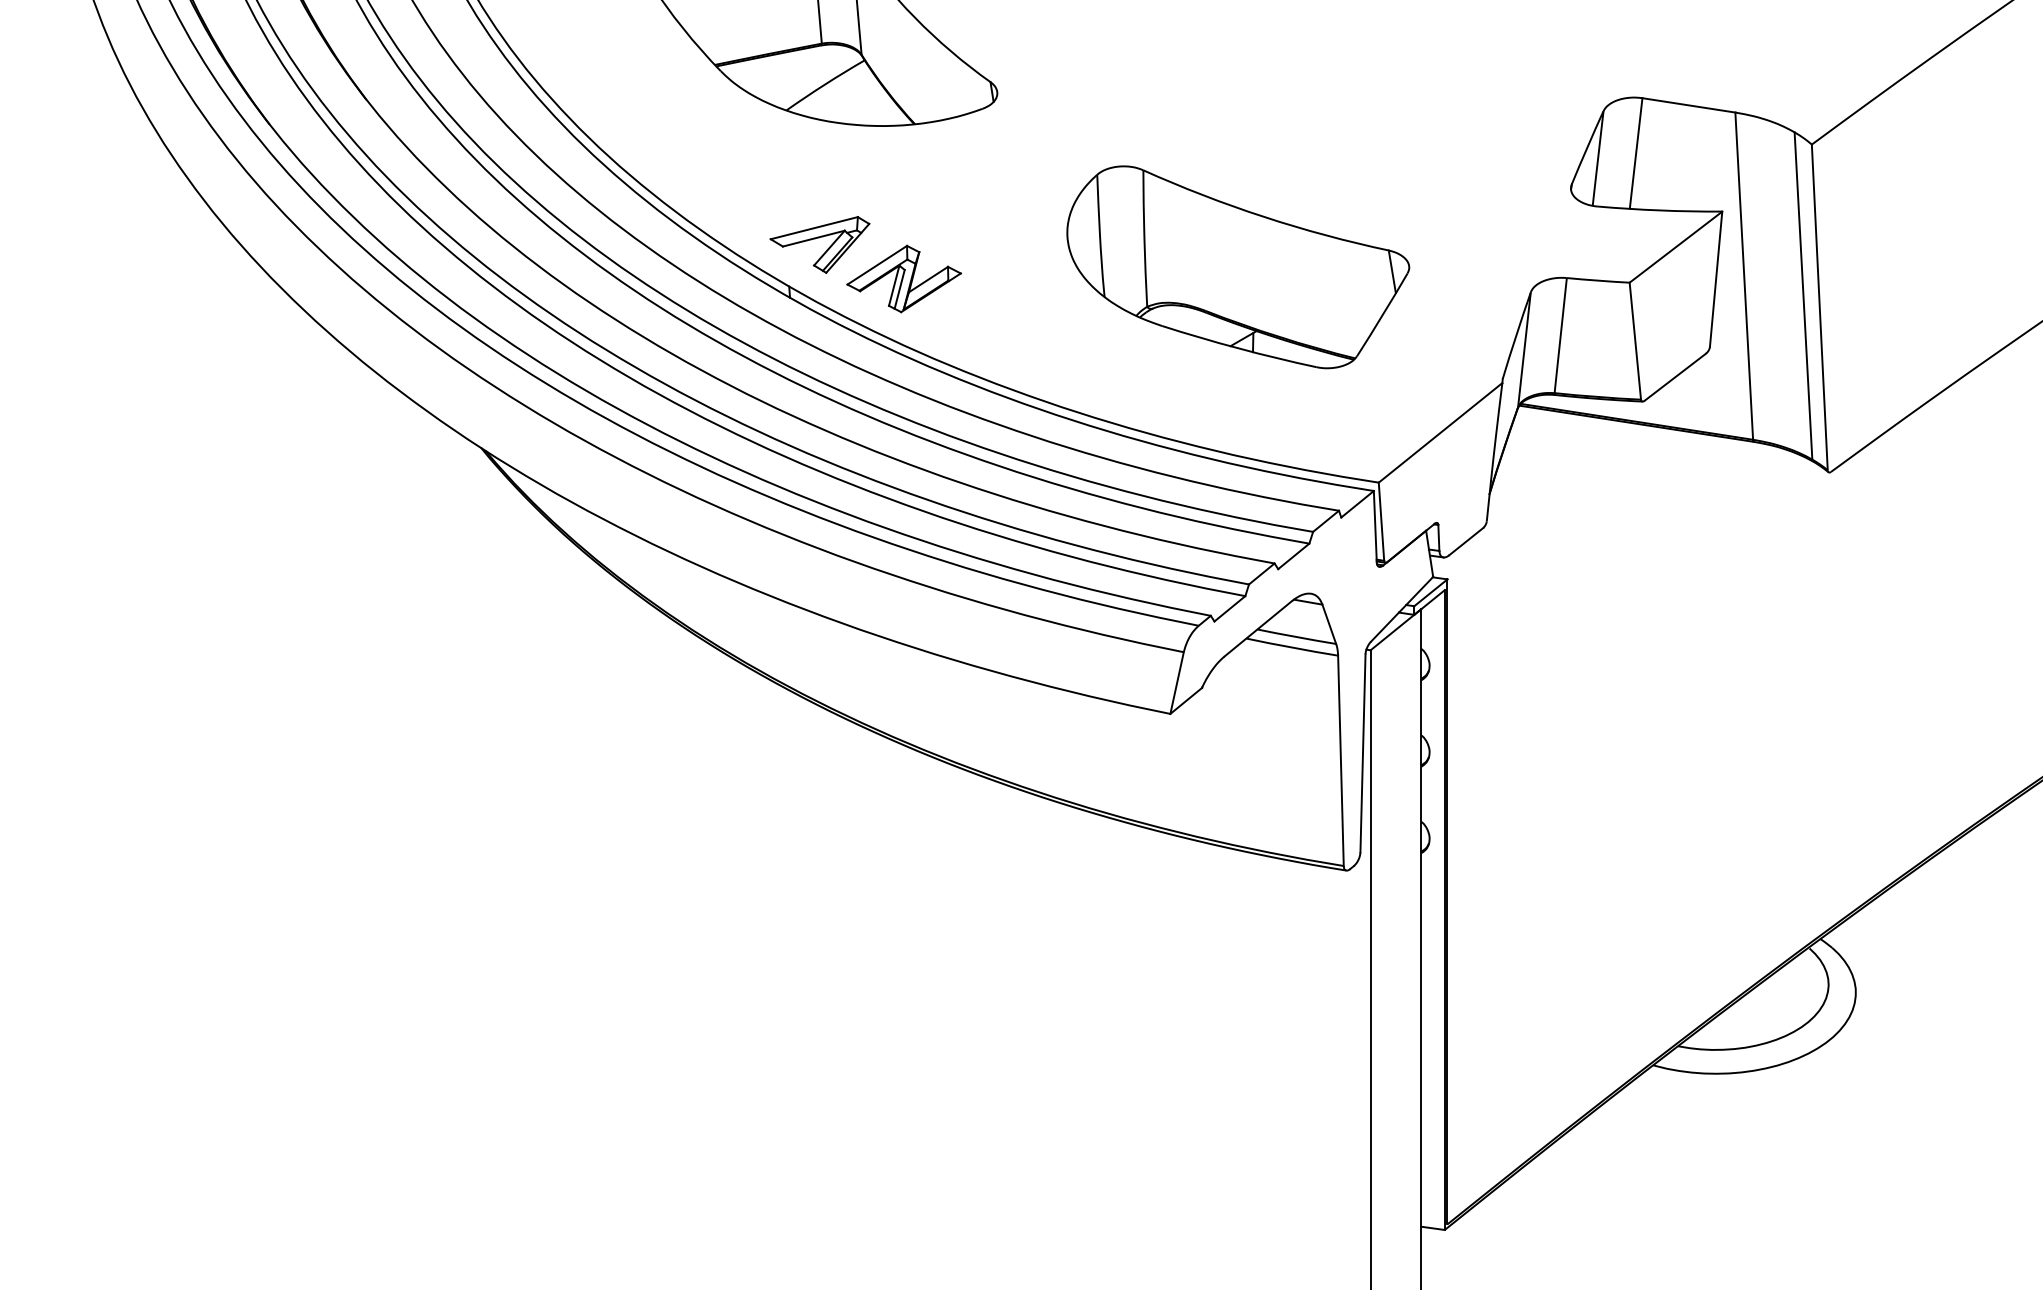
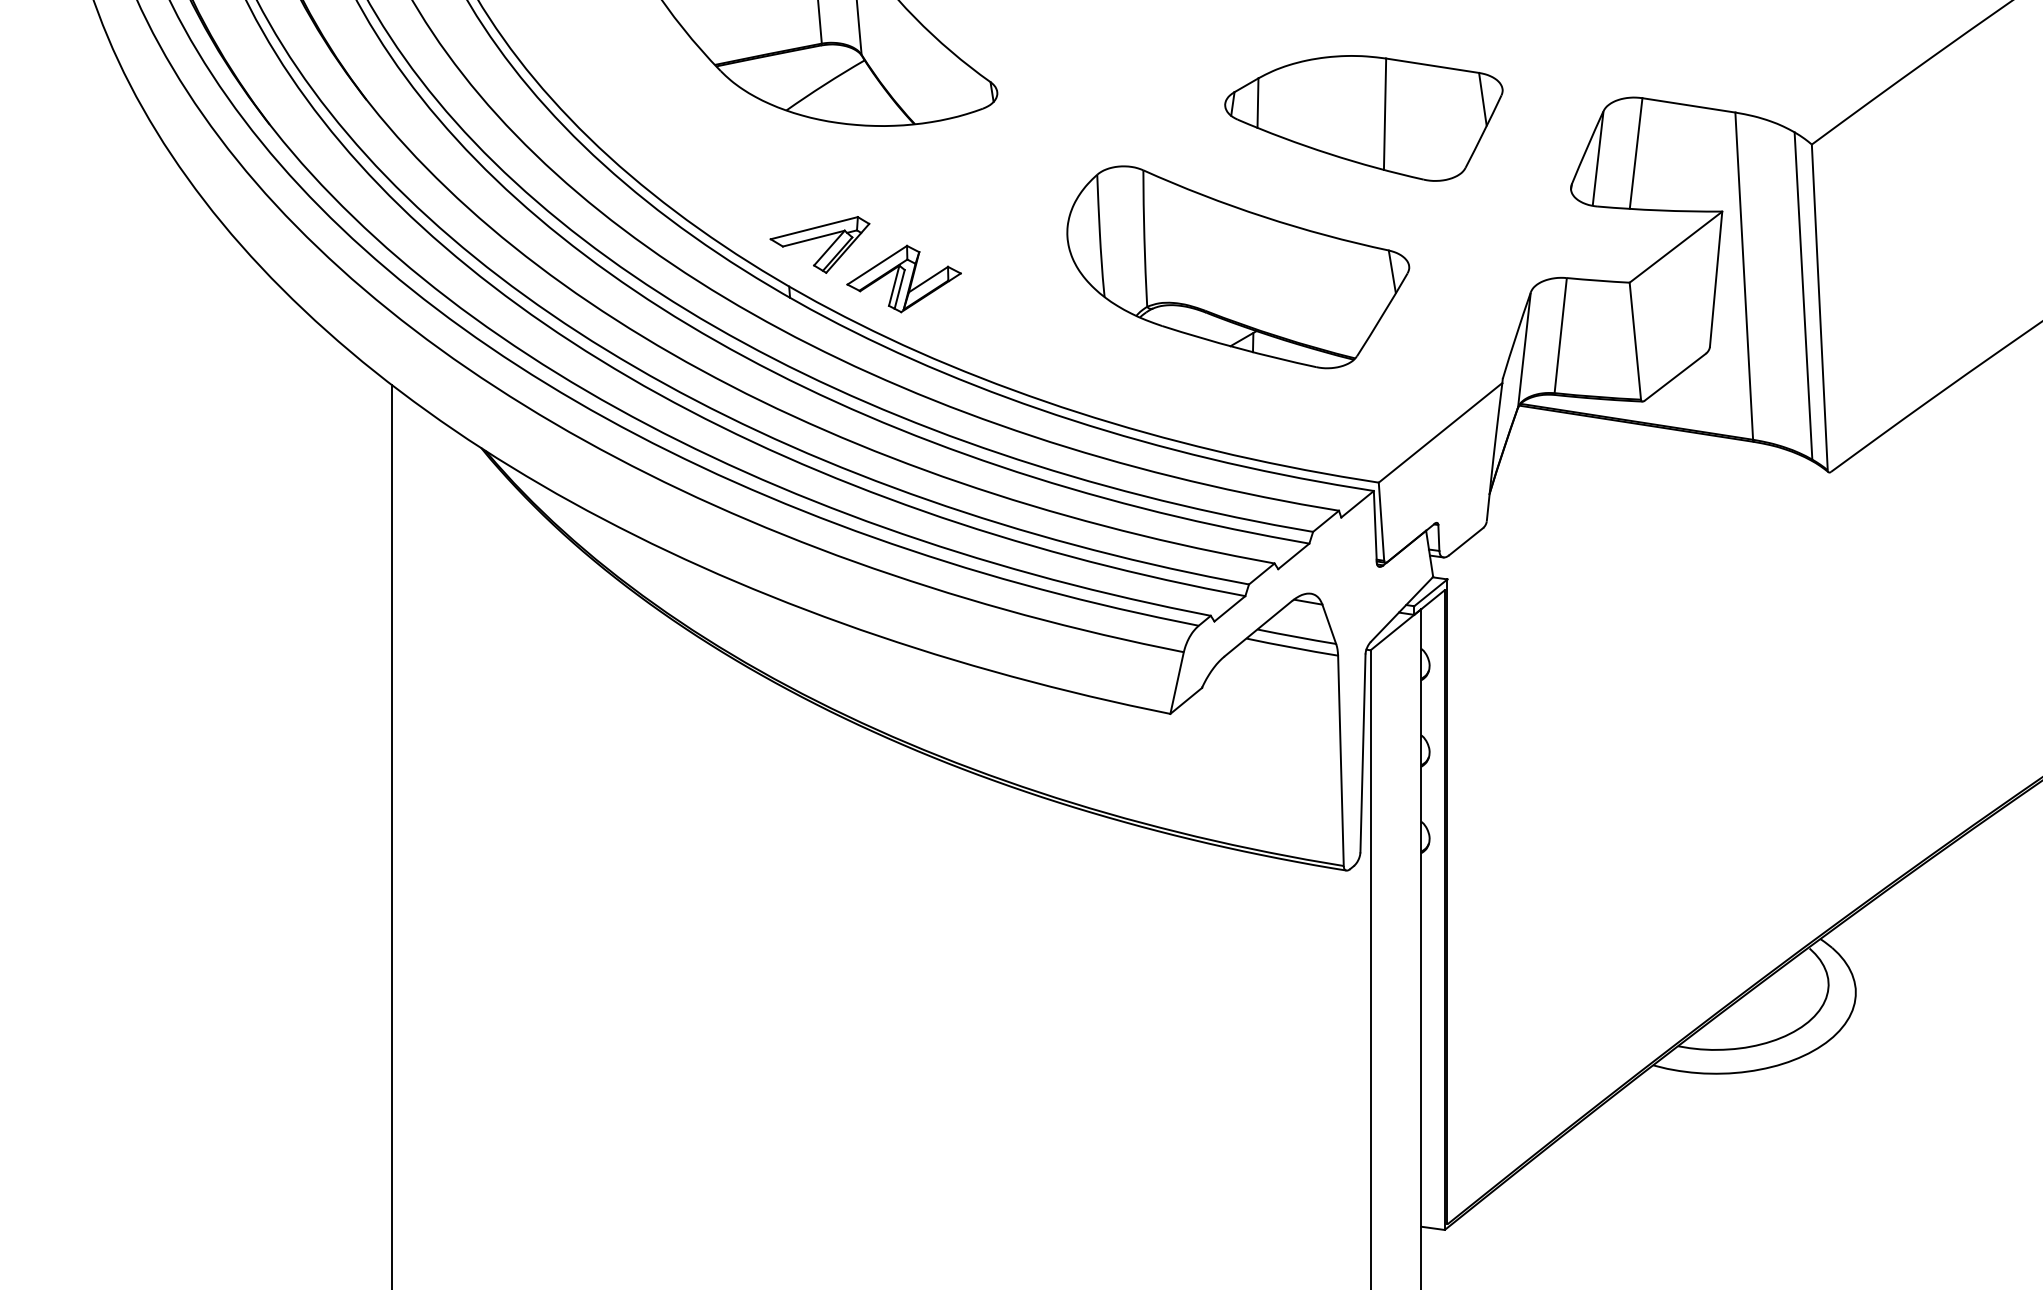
part at (1363, 118): none -> present
line at (392, 835): none -> present
